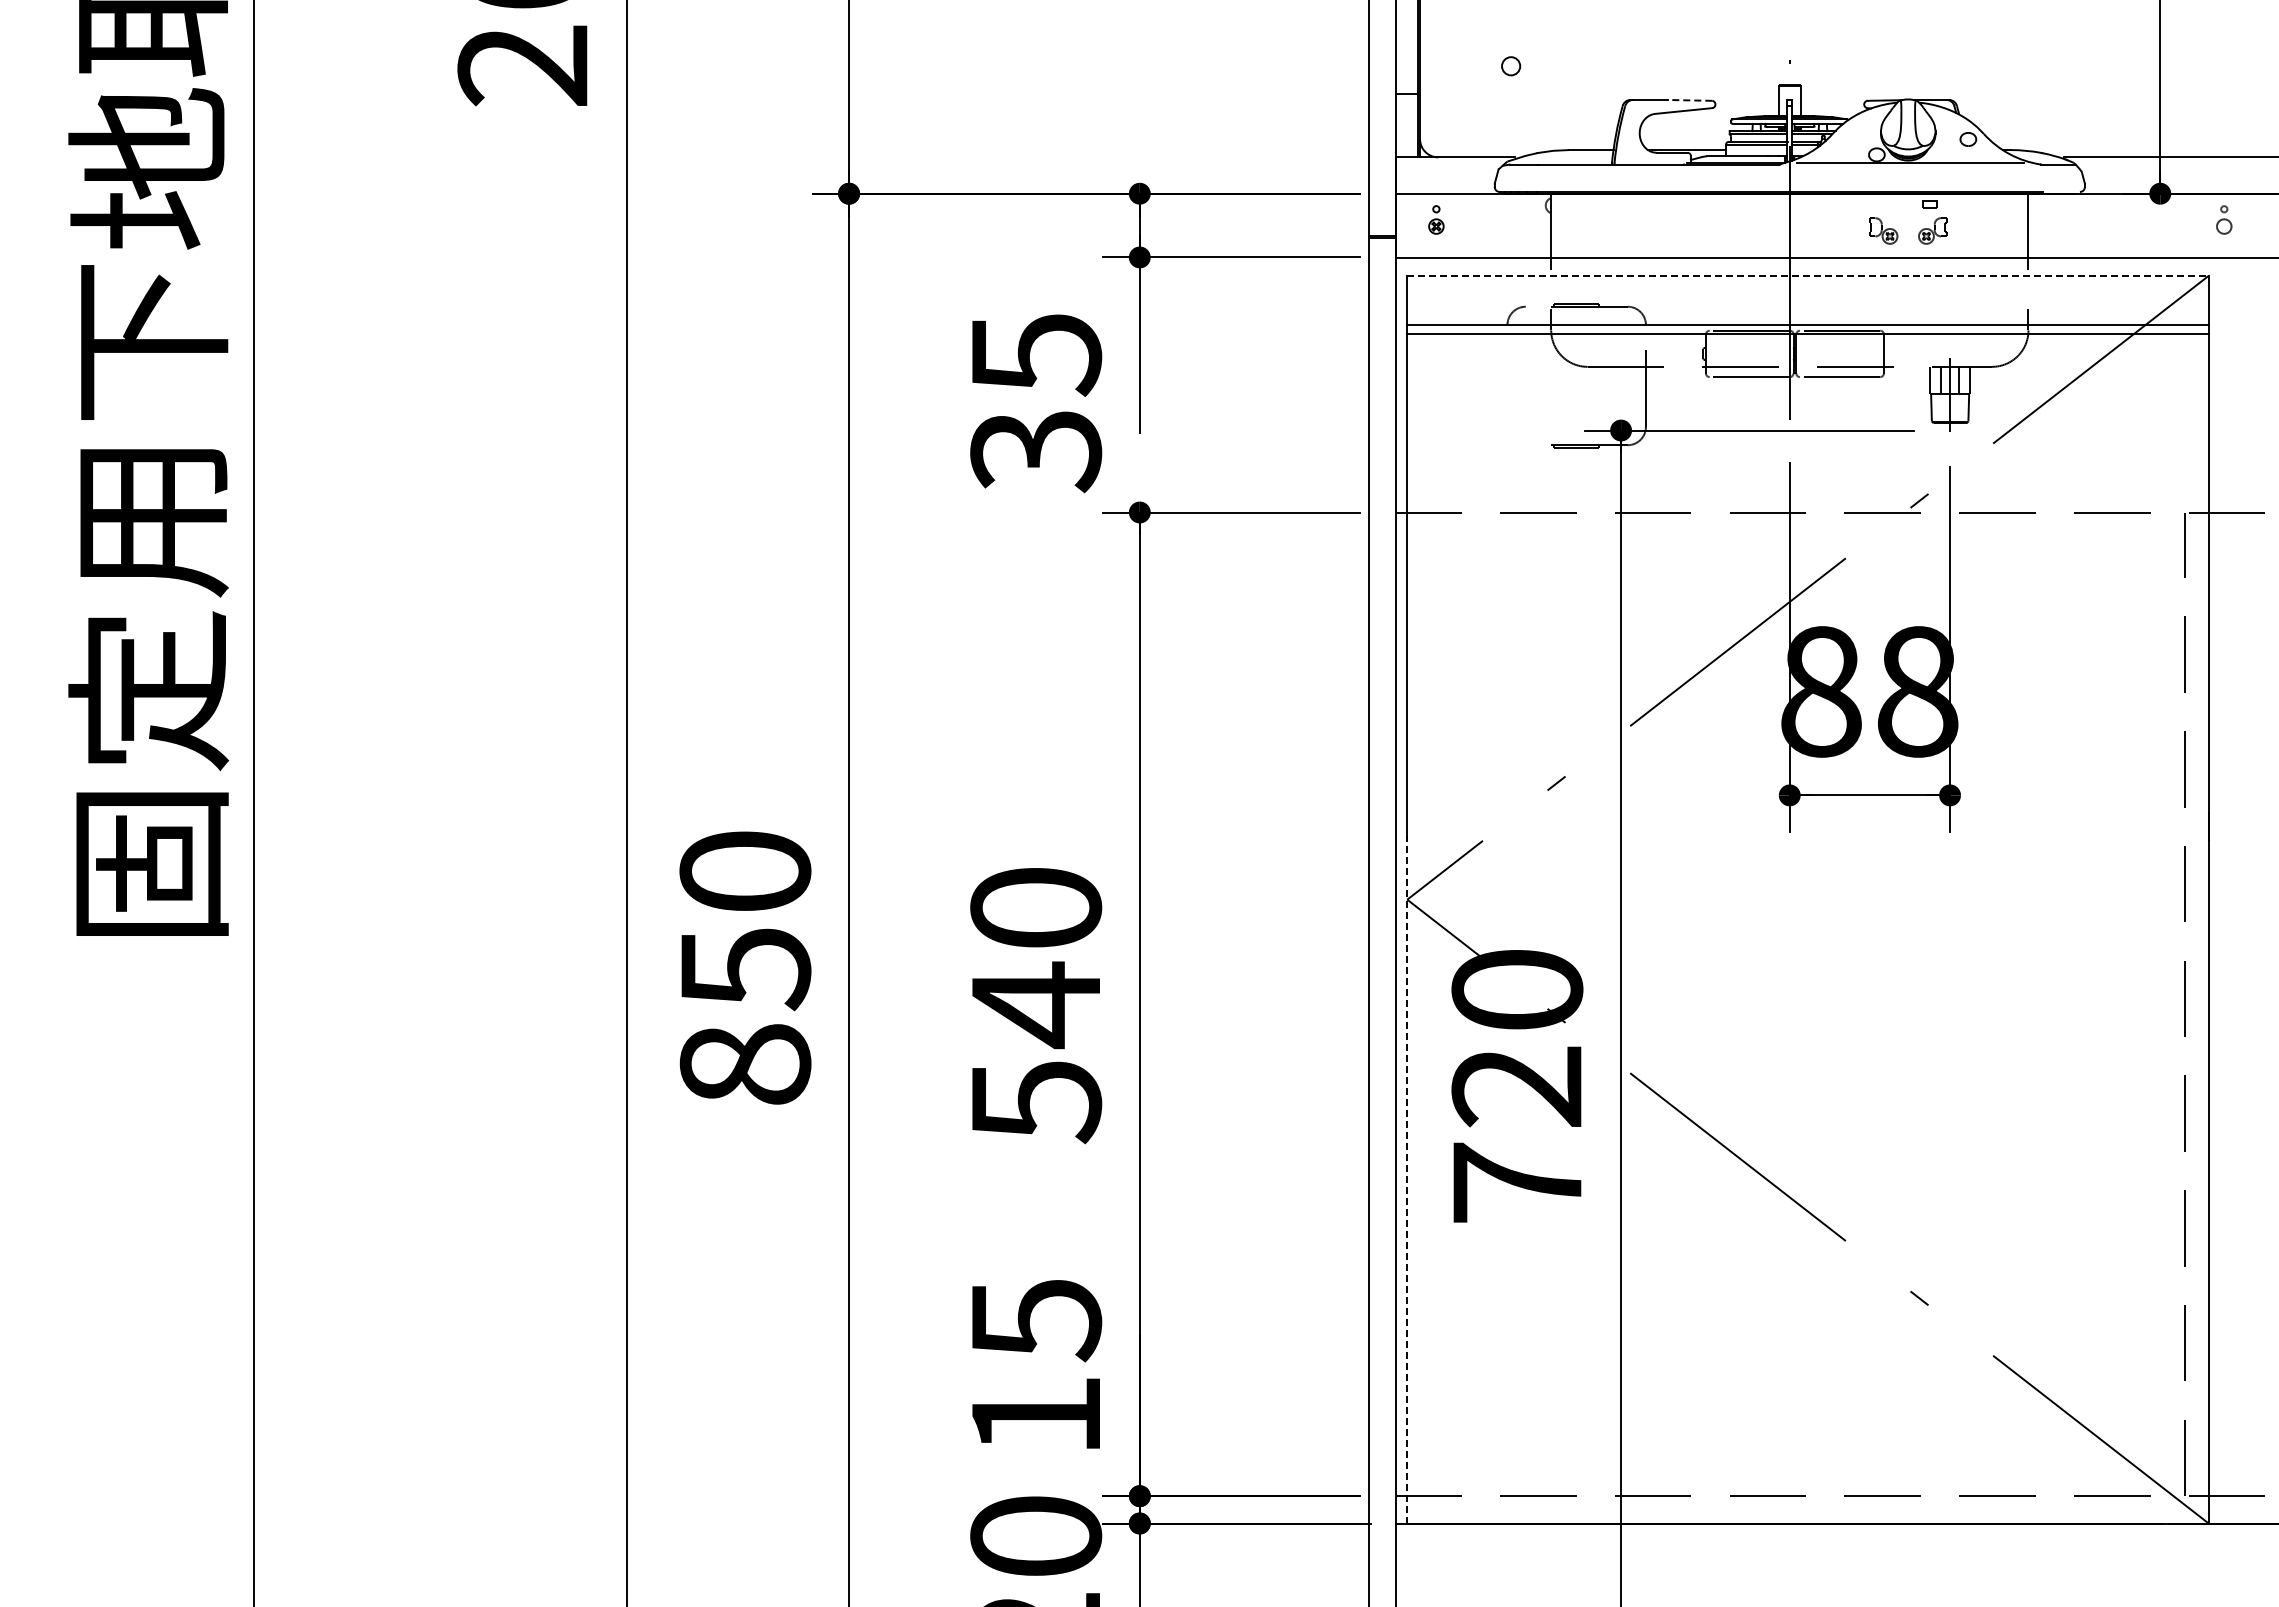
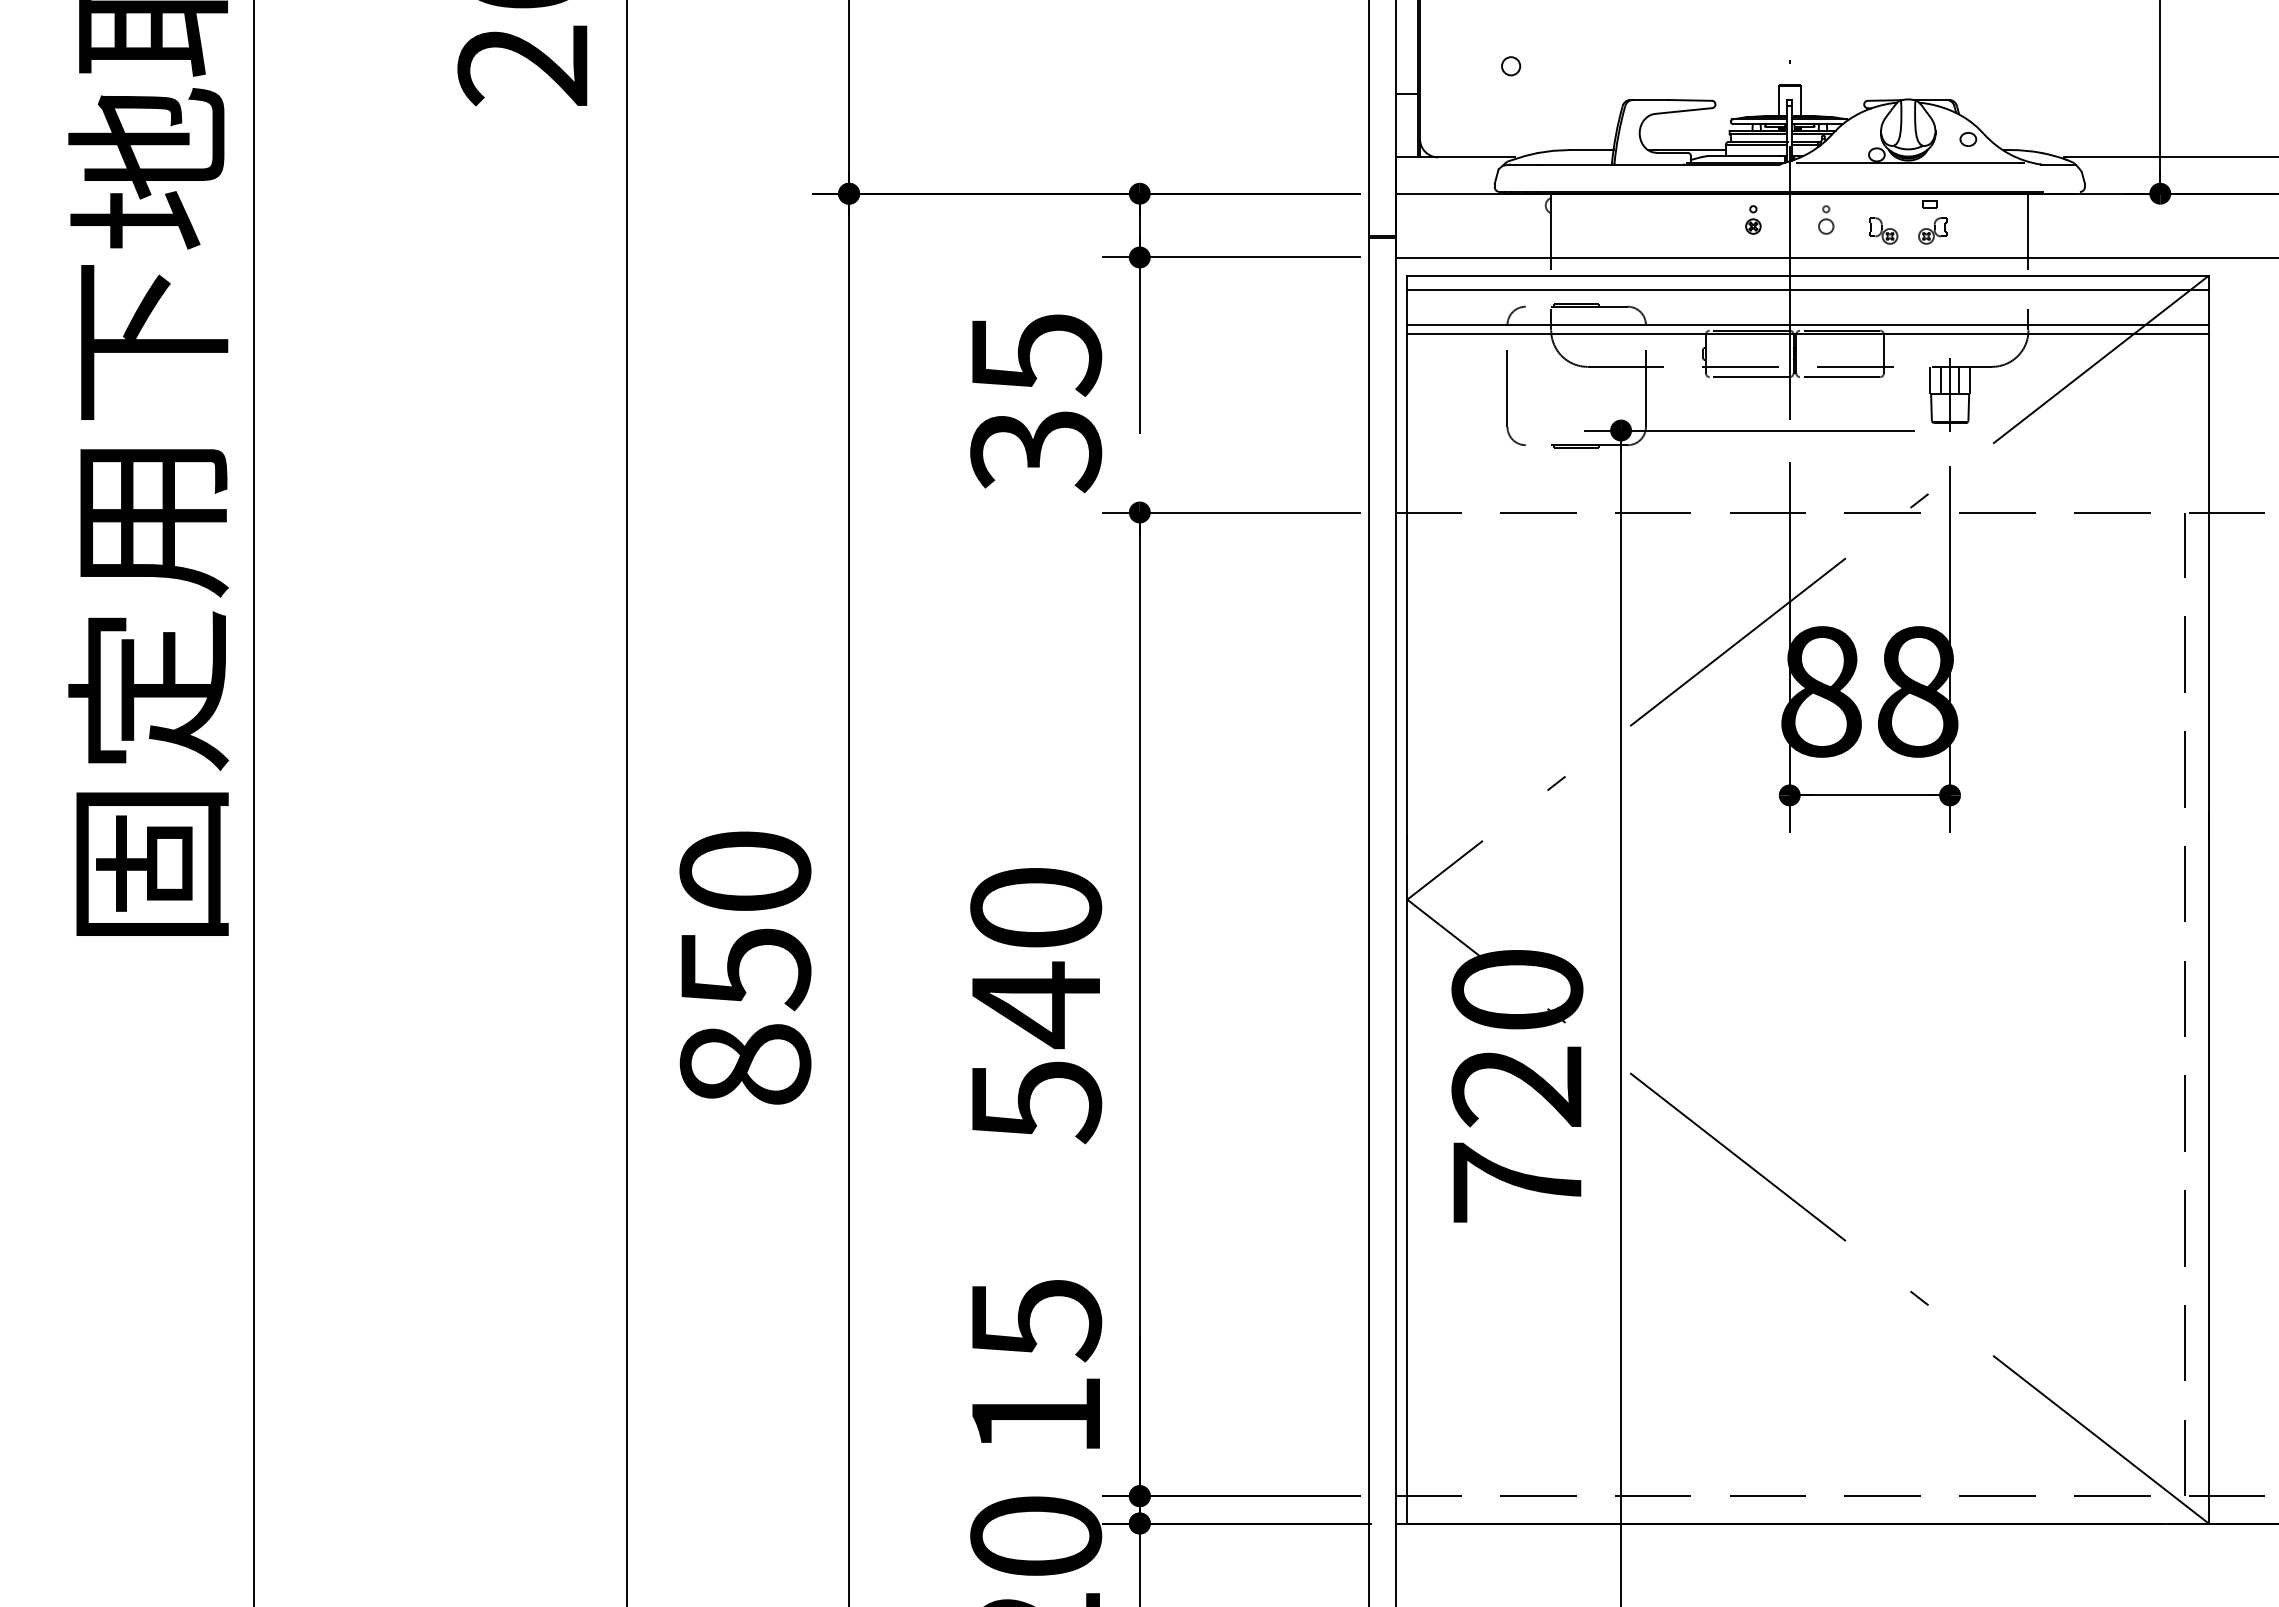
line at (1689, 100): dashed -> solid
part at (1436, 219) position: (1436, 219) -> (1753, 219)
part at (2224, 219) position: (2224, 219) -> (1826, 219)
line at (1808, 275): dashed -> solid
line at (1807, 290): none -> present
part at (1507, 397): none -> present
line at (1407, 1179): dashed -> solid
